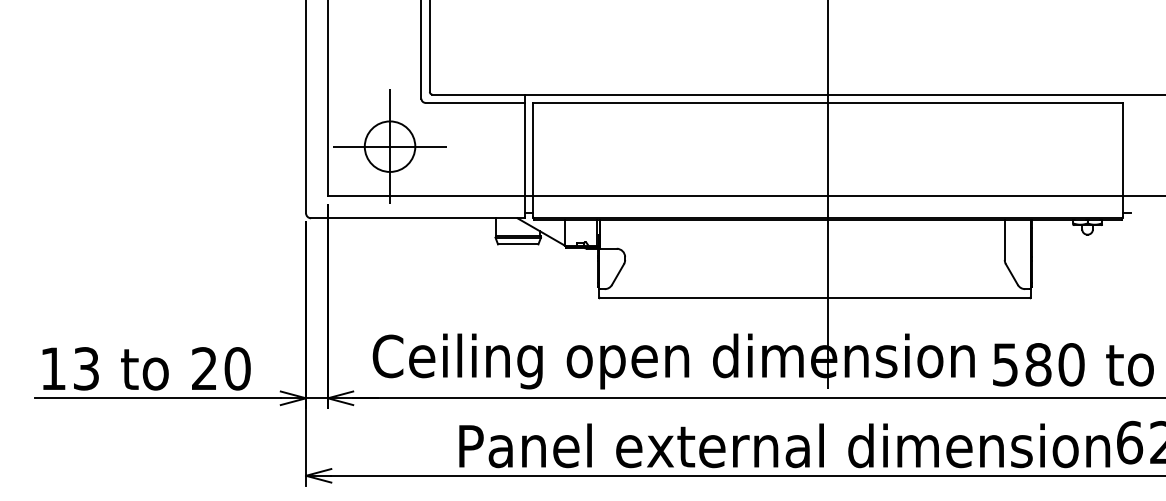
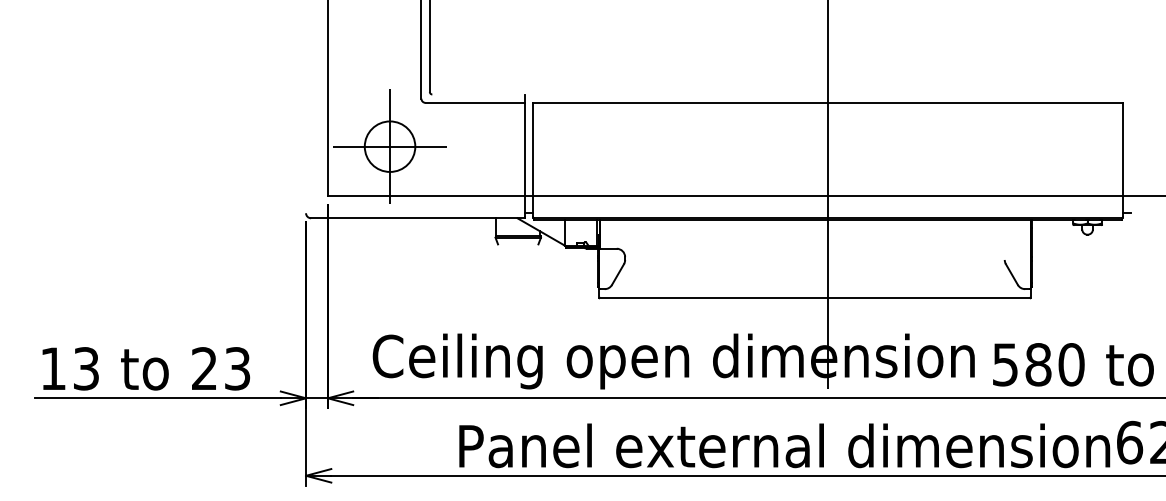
line at (797, 94): present -> none
line at (306, 107): present -> none
line at (1004, 239): present -> none
line at (518, 244): present -> none
text at (237, 368): 20 -> 23
